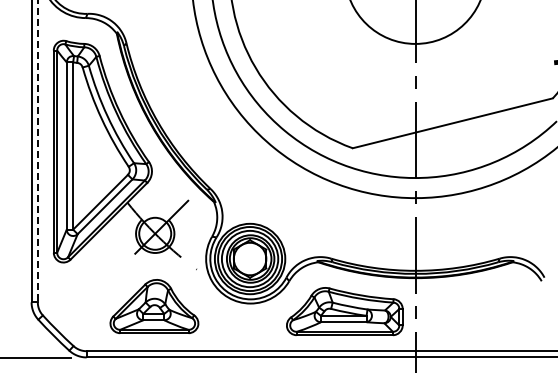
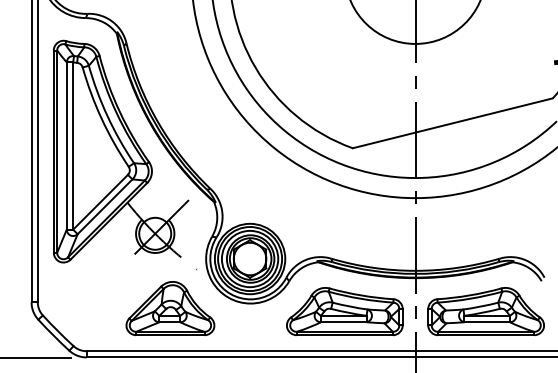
line at (37, 151): dashed -> solid
part at (154, 306) position: (154, 306) -> (170, 308)
part at (485, 311): none -> present
